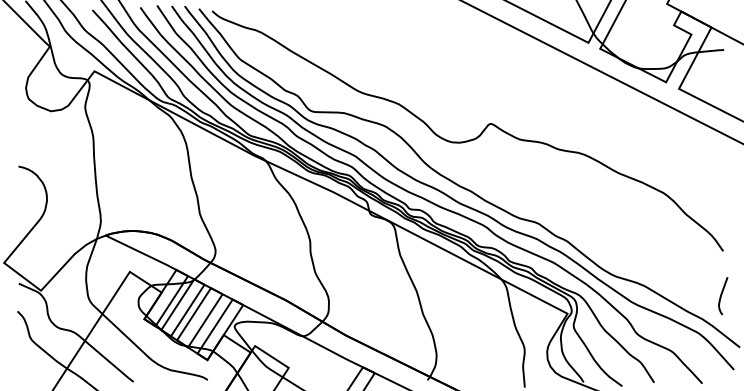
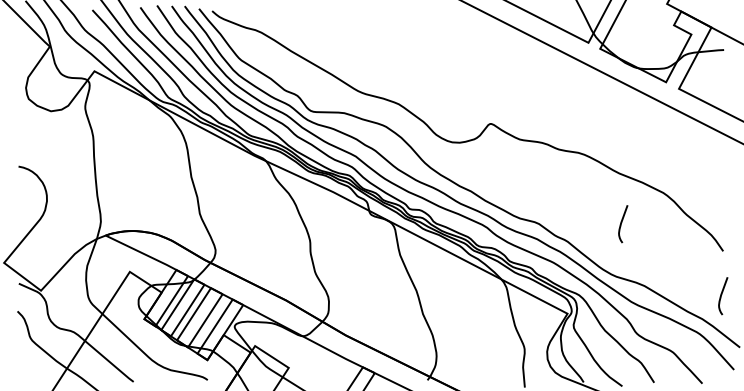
curve at (621, 224): none -> present
